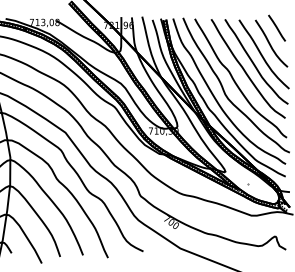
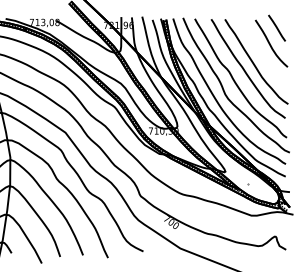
curve at (262, 54): present -> none
